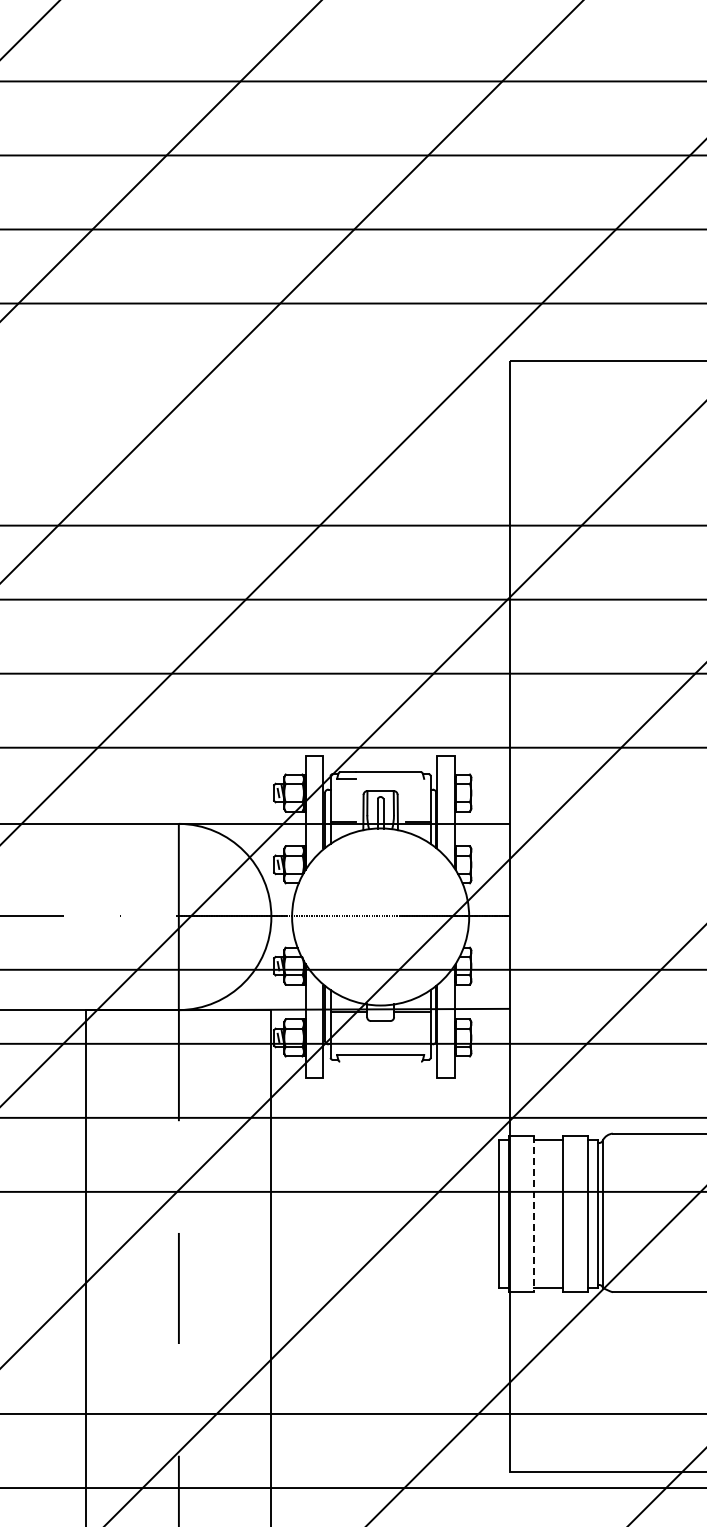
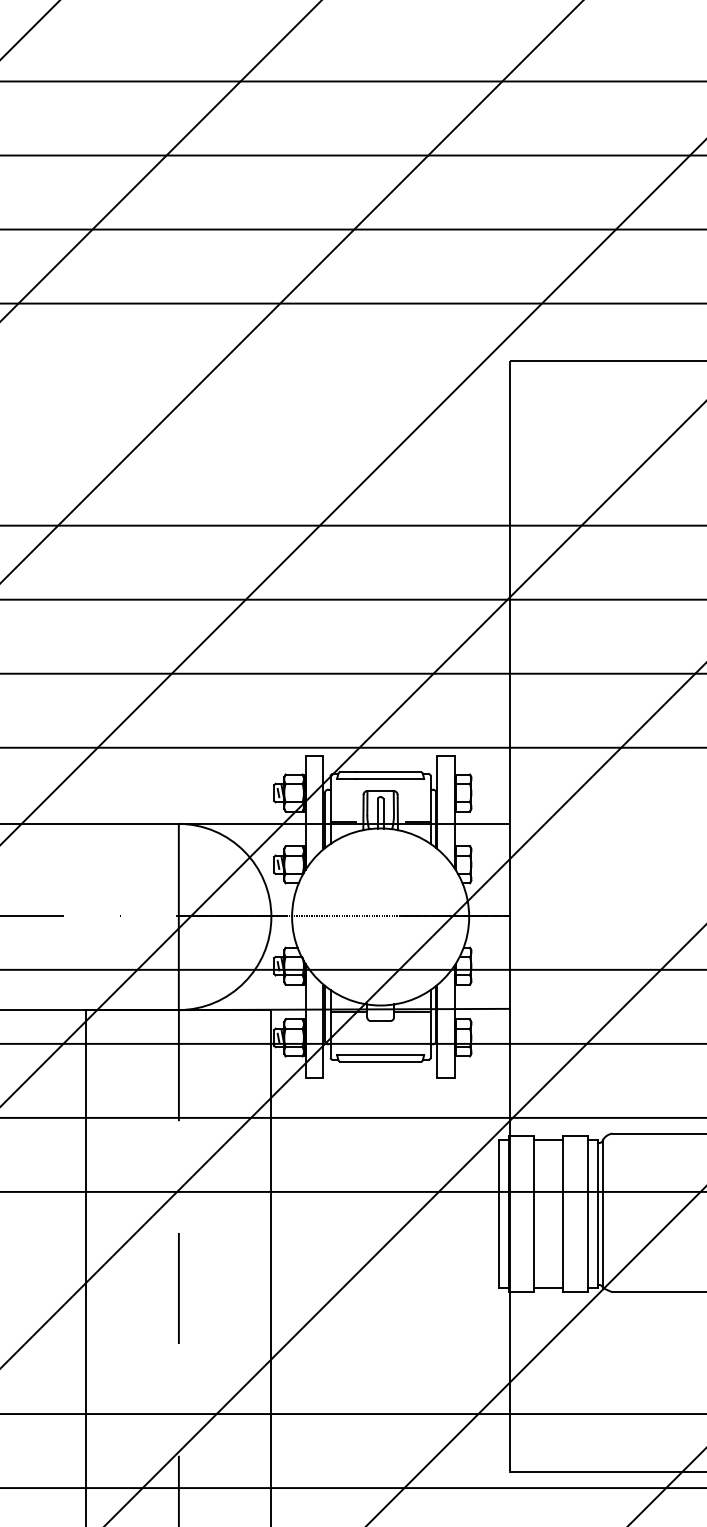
line at (390, 778): none -> present
line at (380, 1061): none -> present
line at (533, 1214): dashed -> solid
